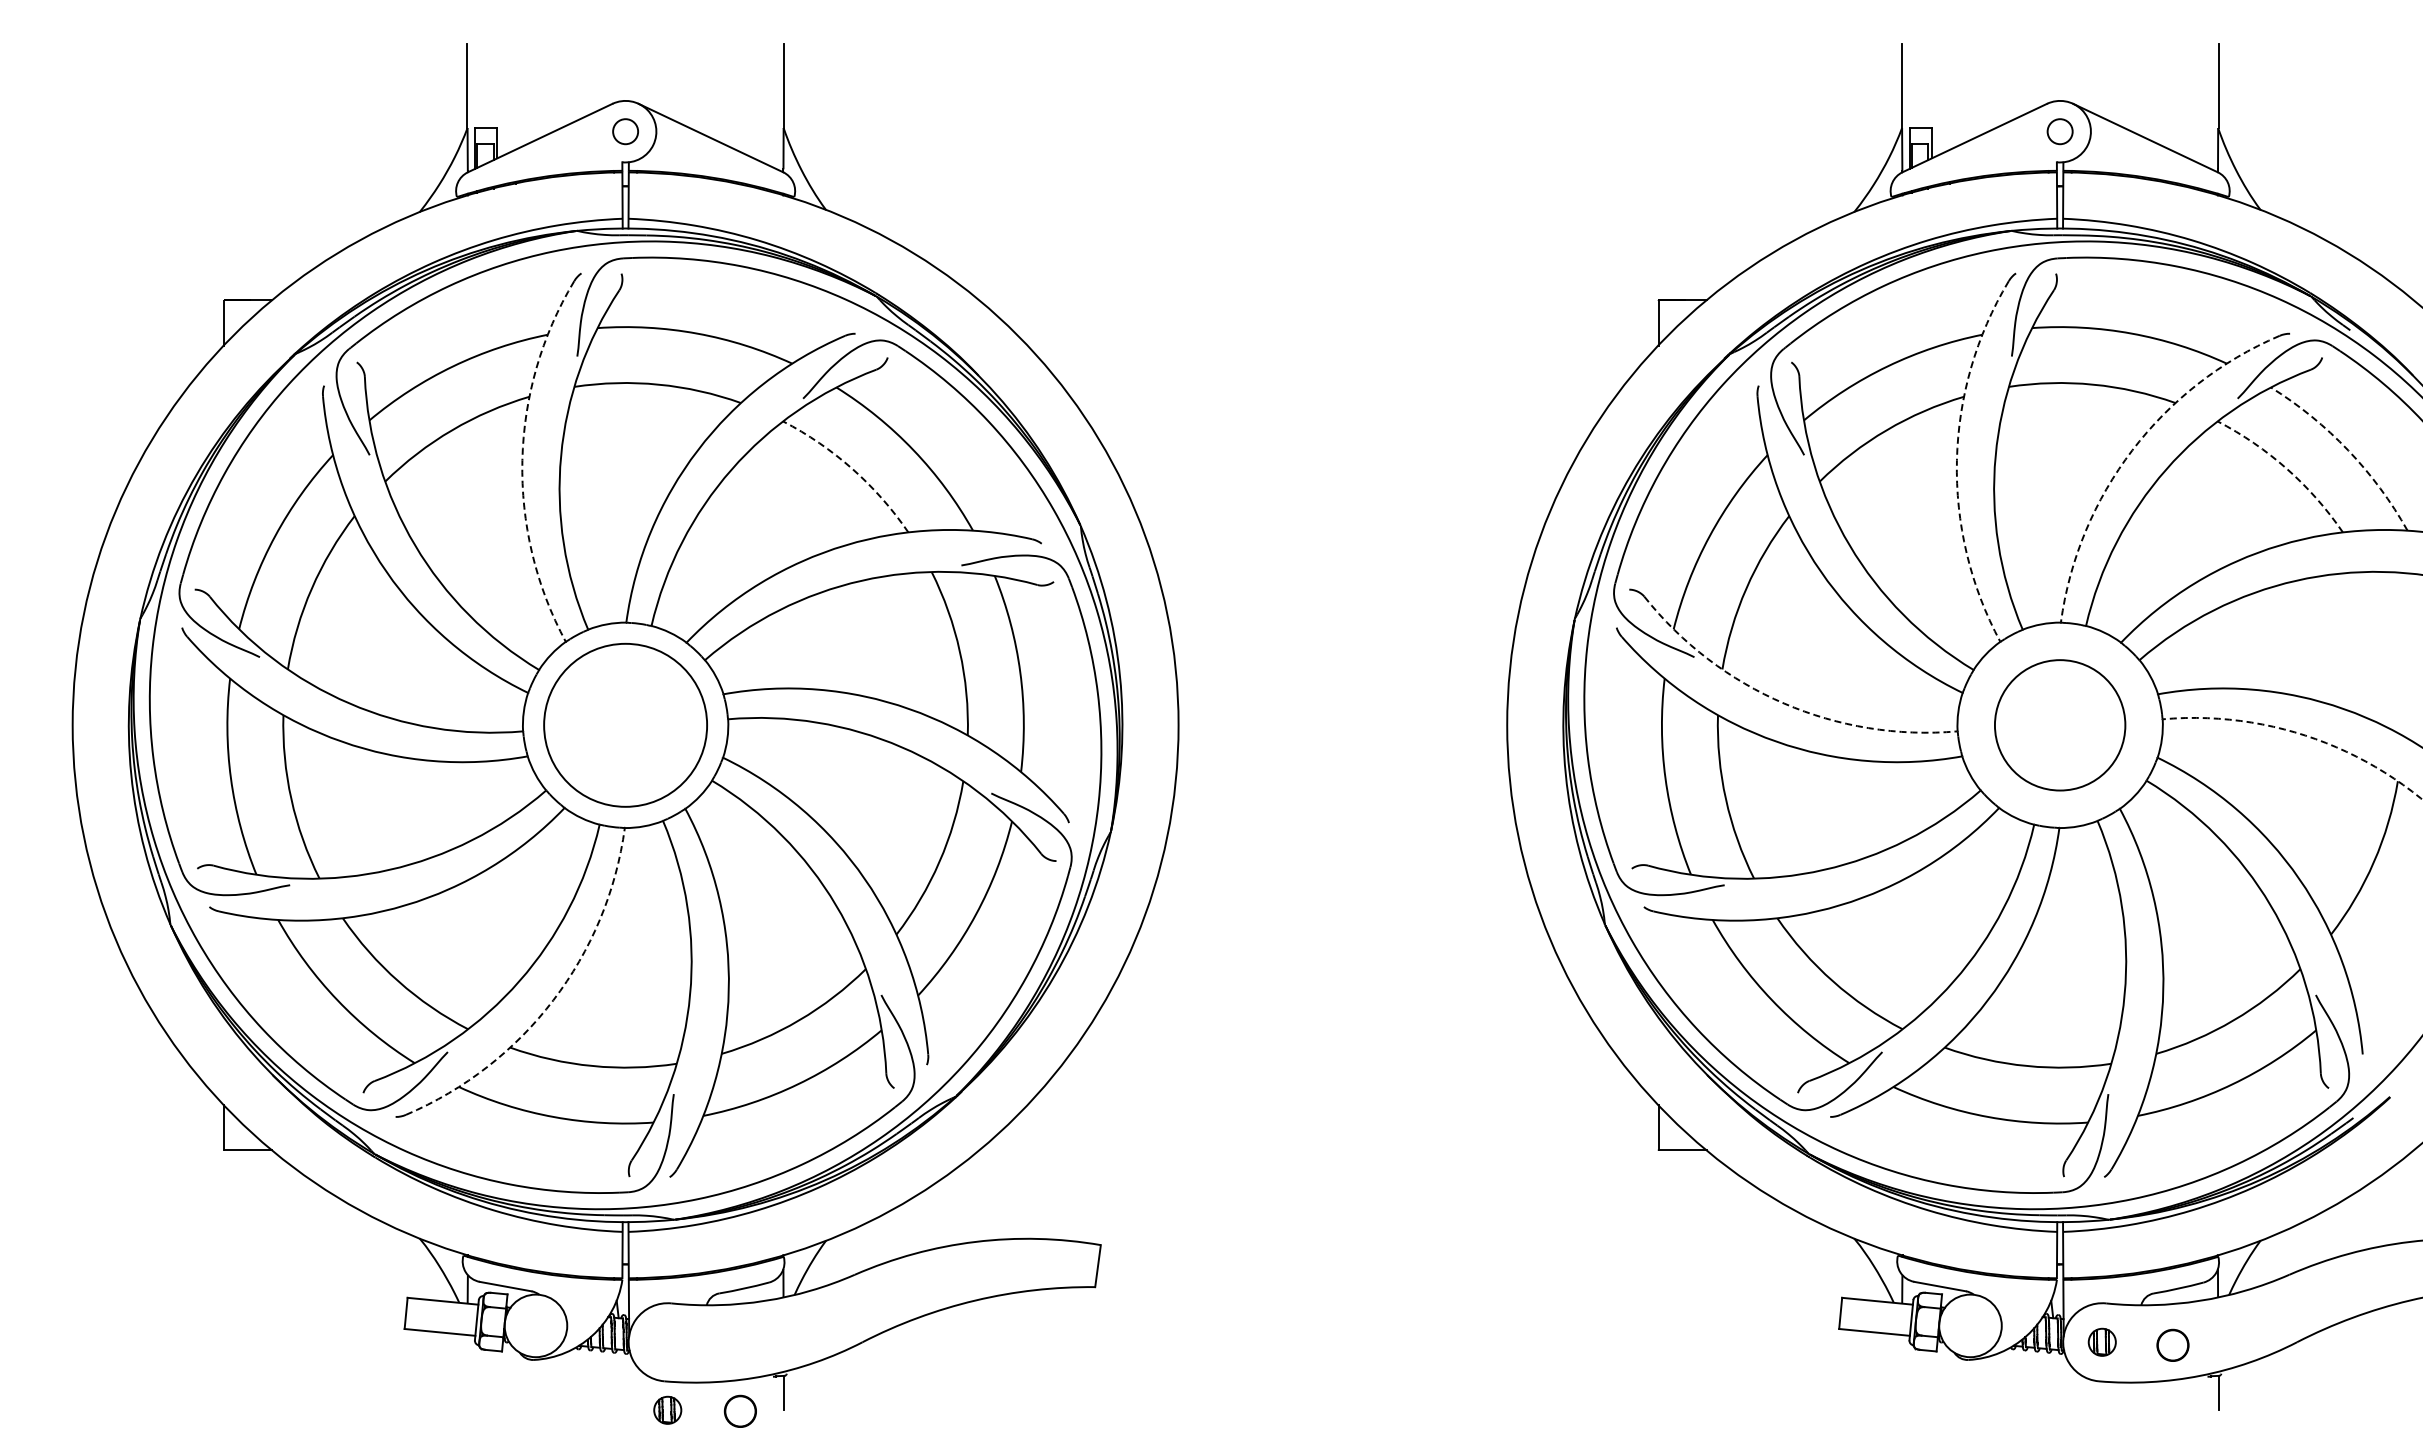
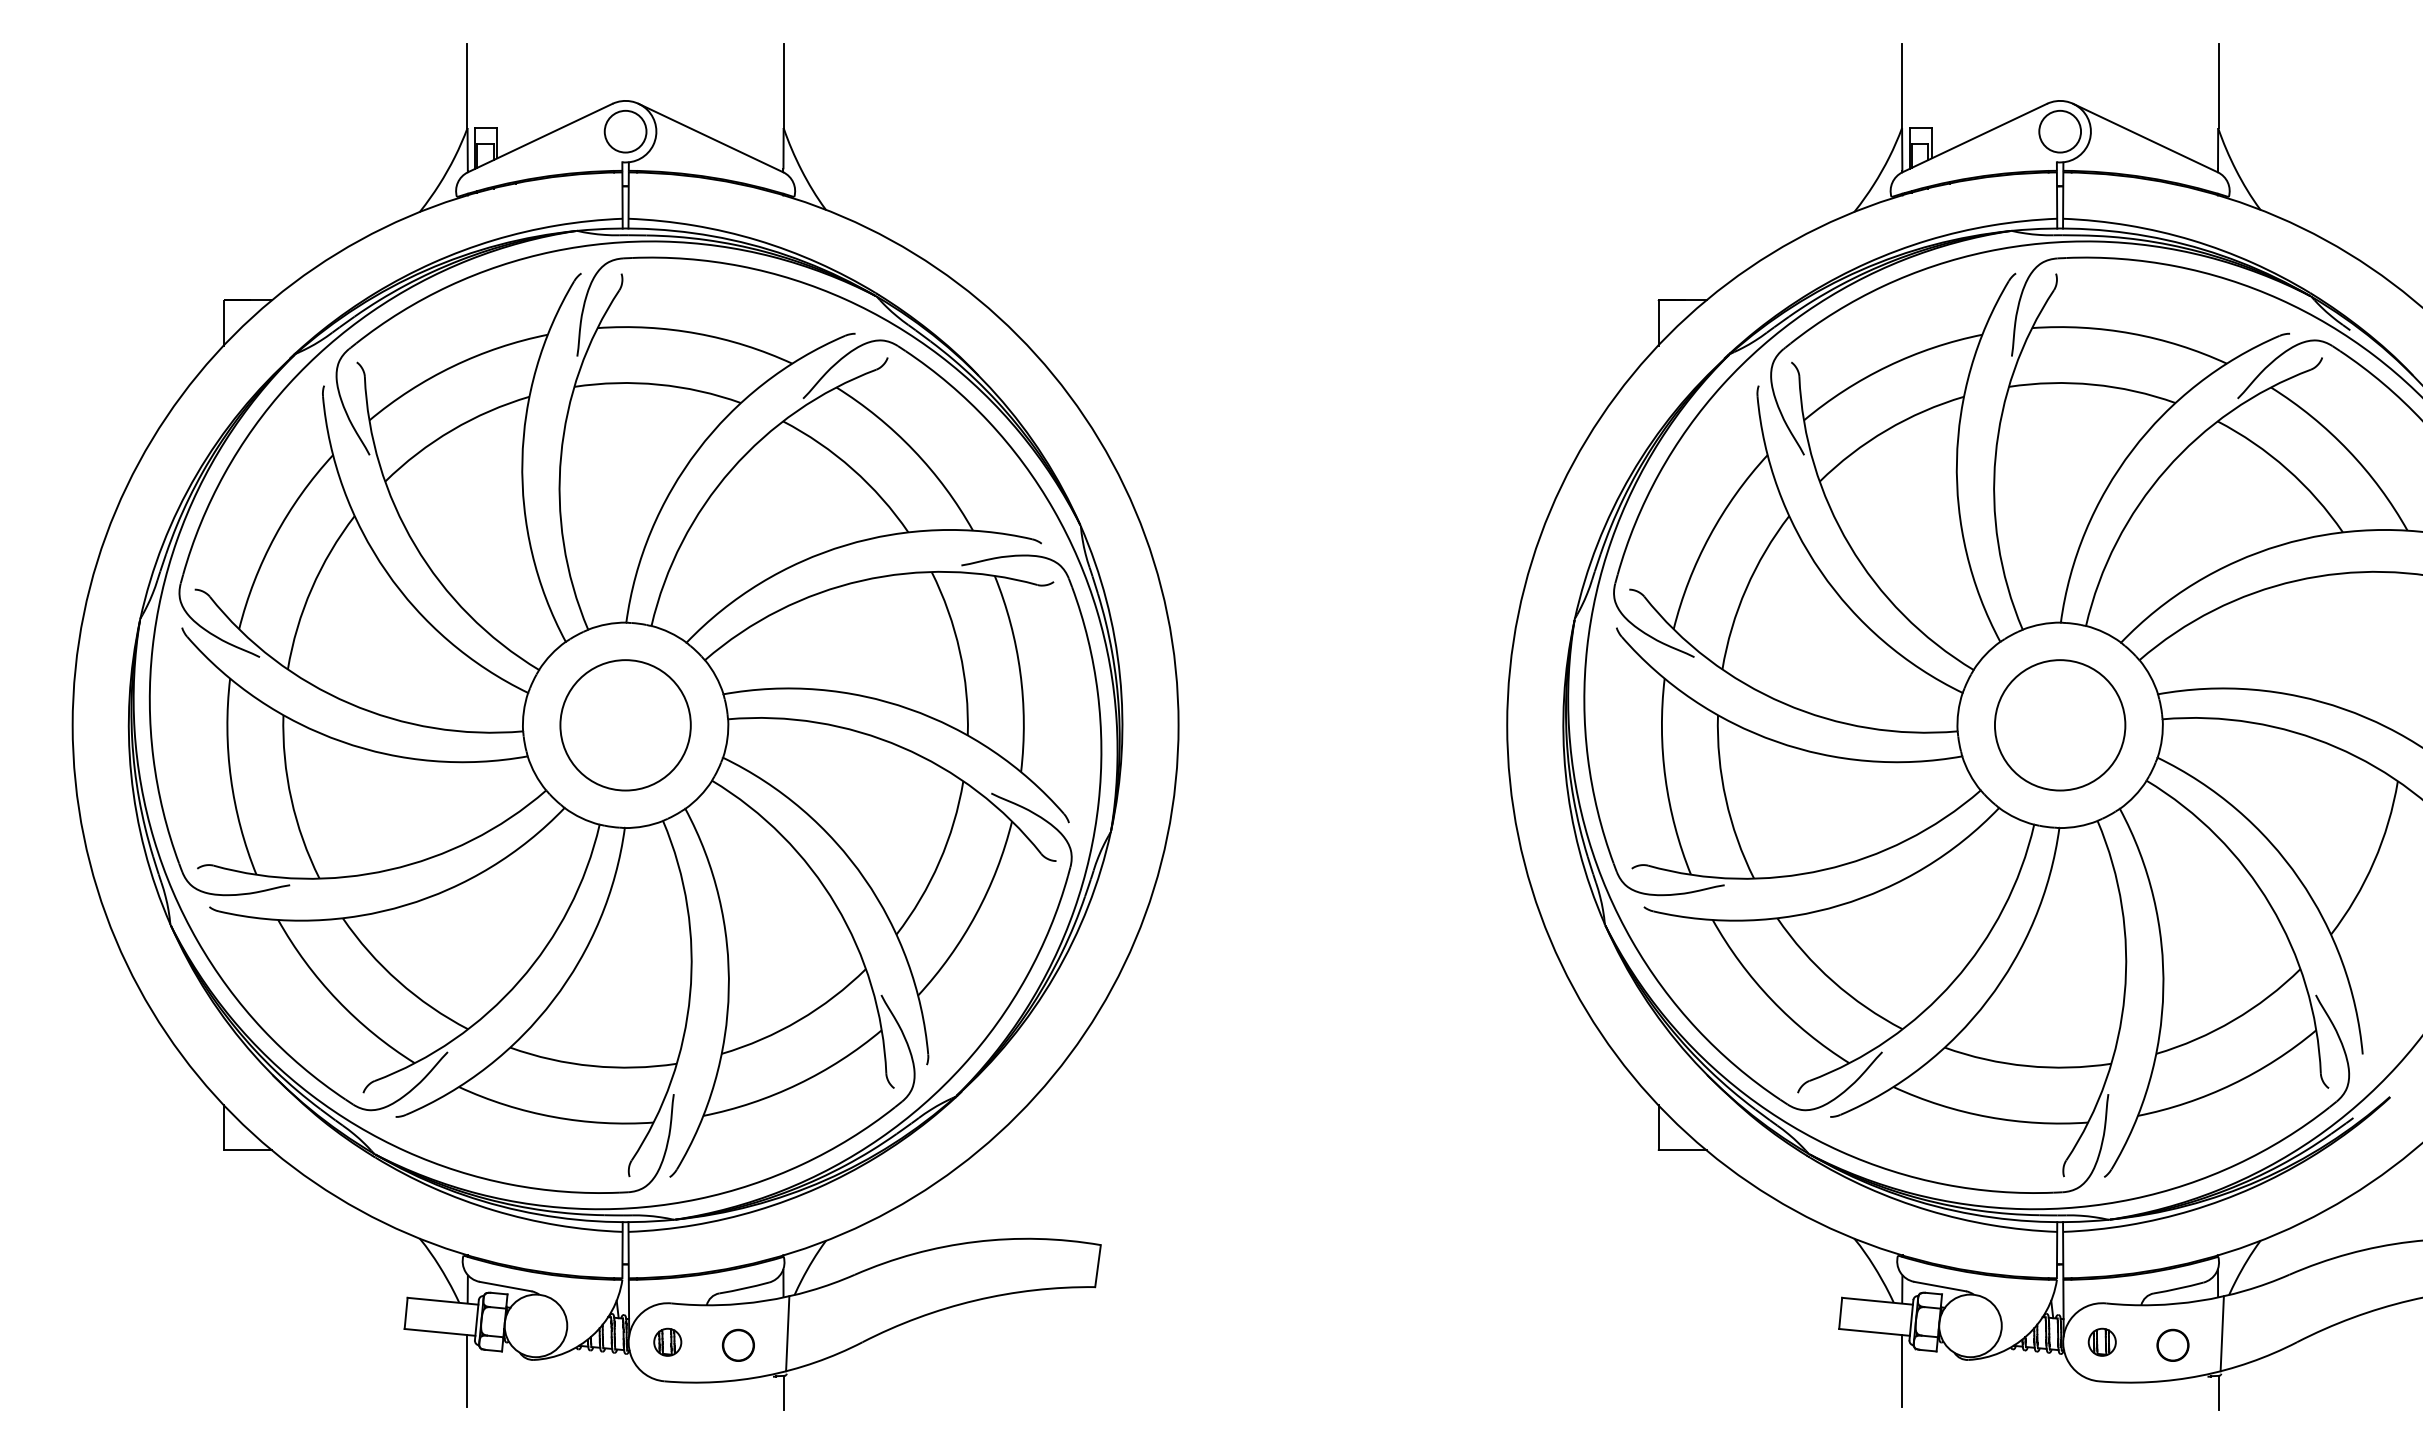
circle at (625, 131) diameter: 25 px -> 42 px
circle at (2059, 131) diameter: 25 px -> 42 px
arc at (2132, 450): dashed -> solid
arc at (2348, 450): dashed -> solid
arc at (522, 460): dashed -> solid
arc at (1956, 460): dashed -> solid
arc at (852, 469): dashed -> solid
arc at (2287, 469): dashed -> solid
arc at (1784, 703): dashed -> solid
circle at (625, 724) diameter: 163 px -> 130 px
arc at (2300, 734): dashed -> solid
arc at (553, 1000): dashed -> solid
line at (787, 1333): none -> present
line at (2221, 1333): none -> present
line at (467, 1370): none -> present
line at (1901, 1370): none -> present
part at (667, 1409) position: (667, 1409) -> (667, 1341)
circle at (739, 1410) position: (739, 1410) -> (737, 1344)
